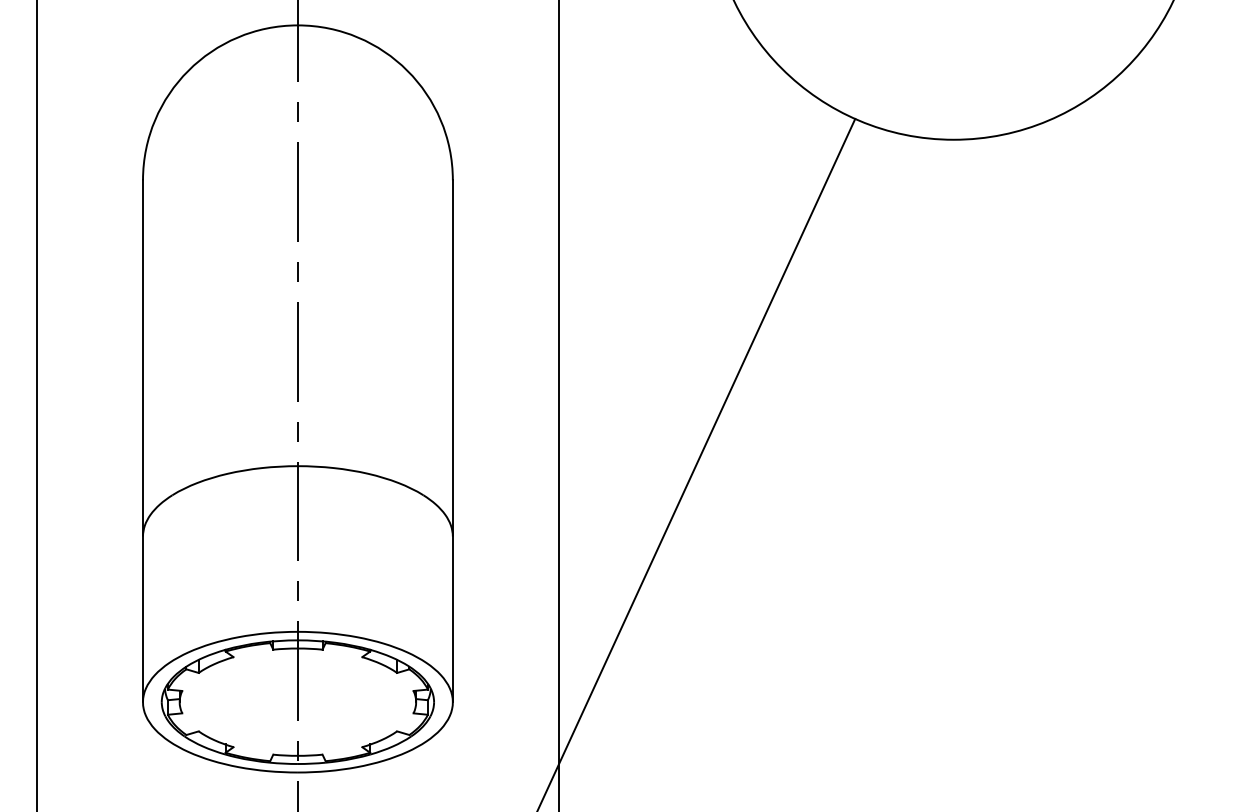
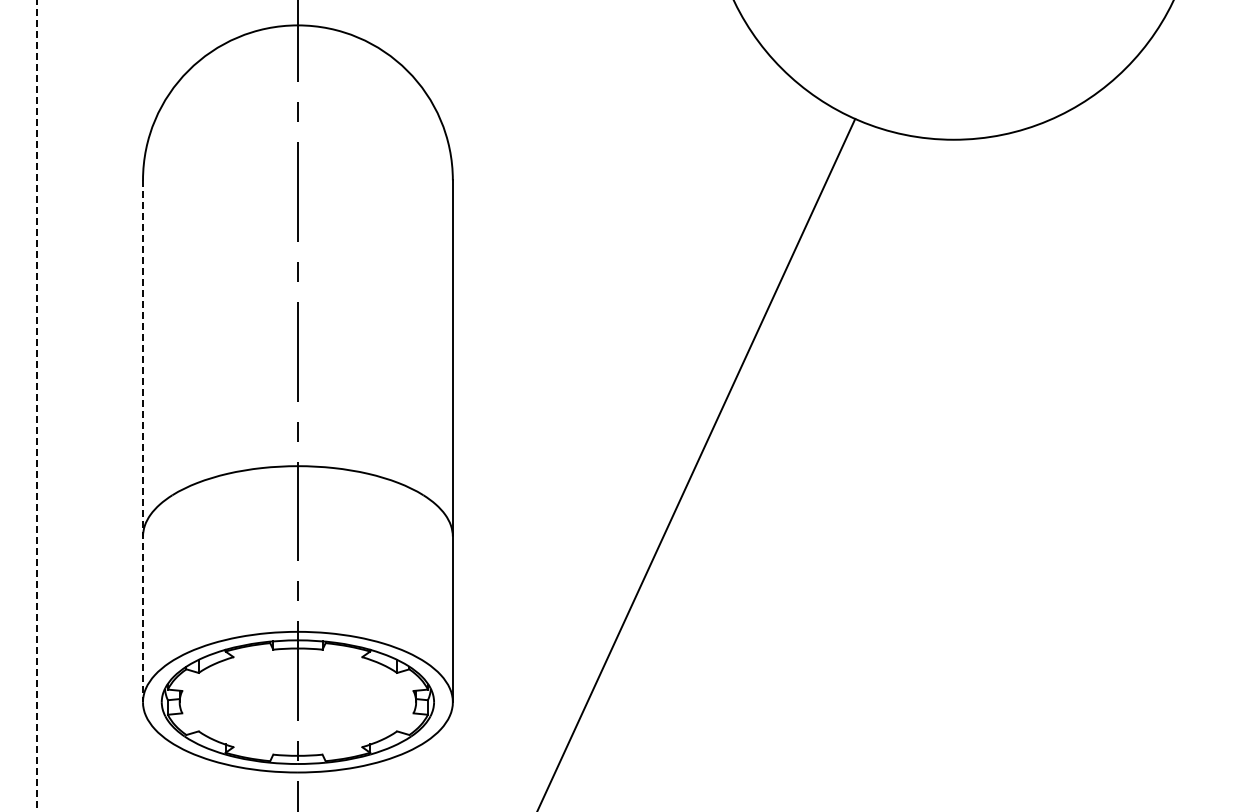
line at (558, 405): present -> none
line at (37, 406): solid -> dashed
line at (143, 441): solid -> dashed
